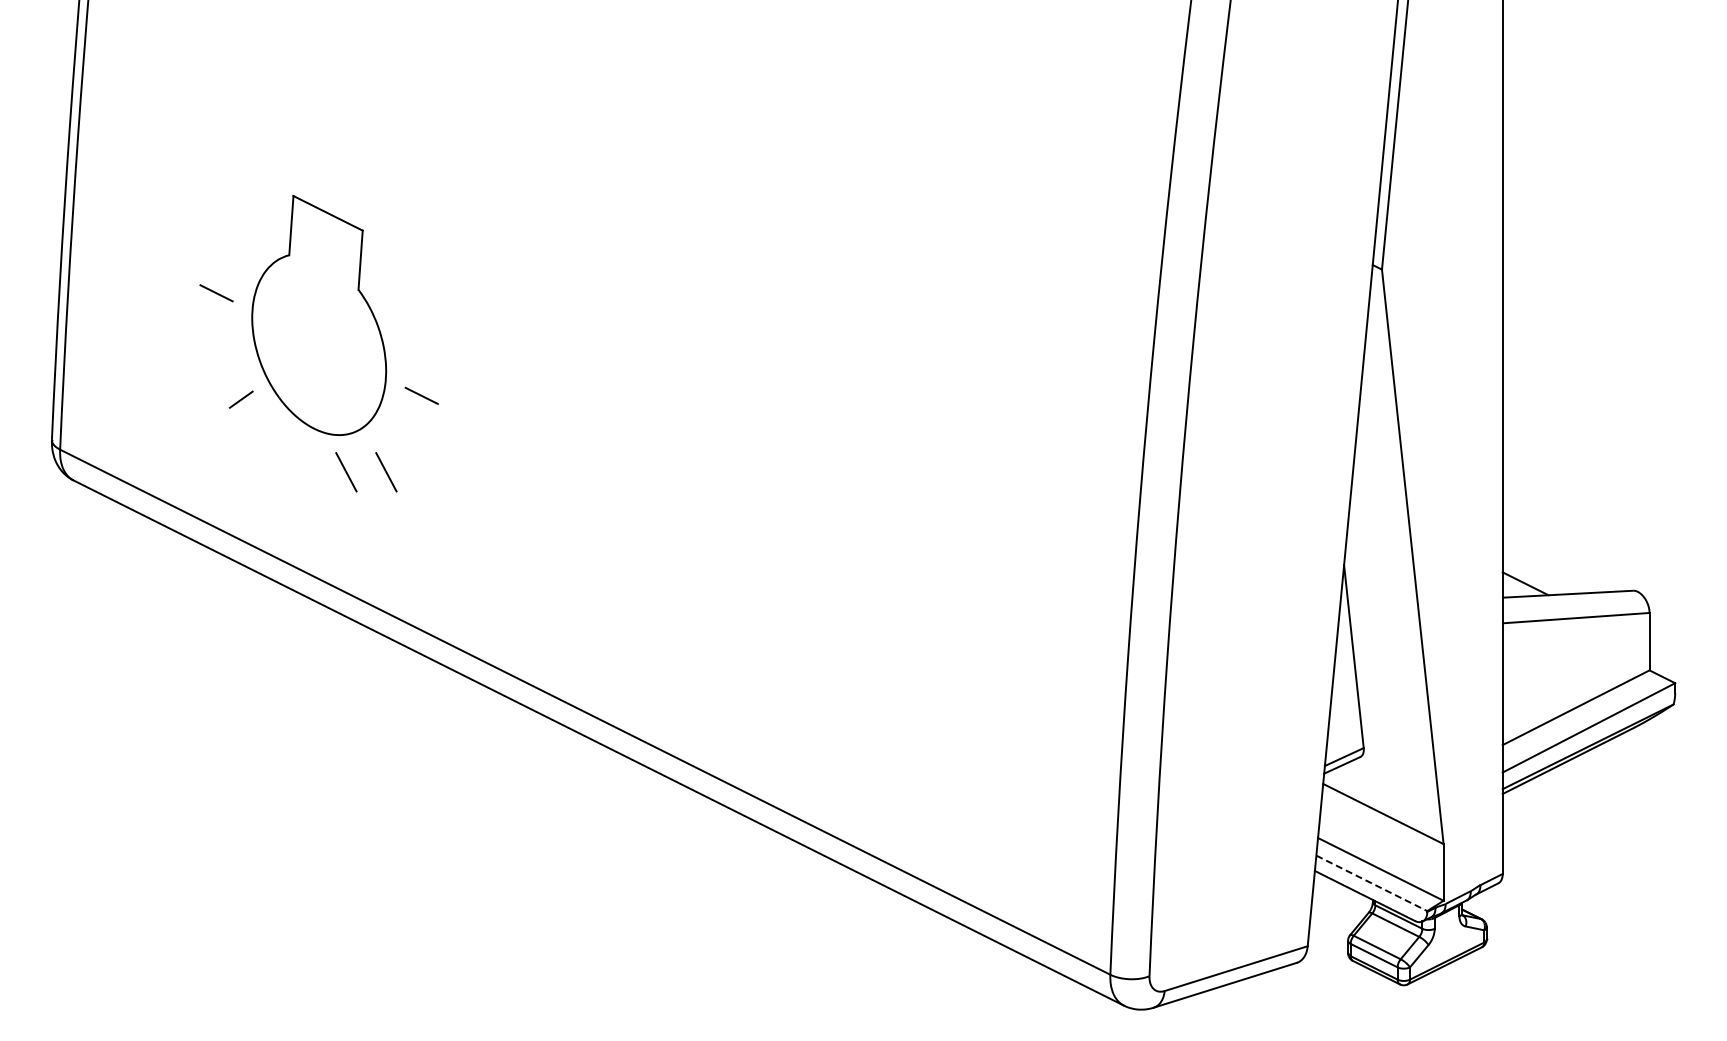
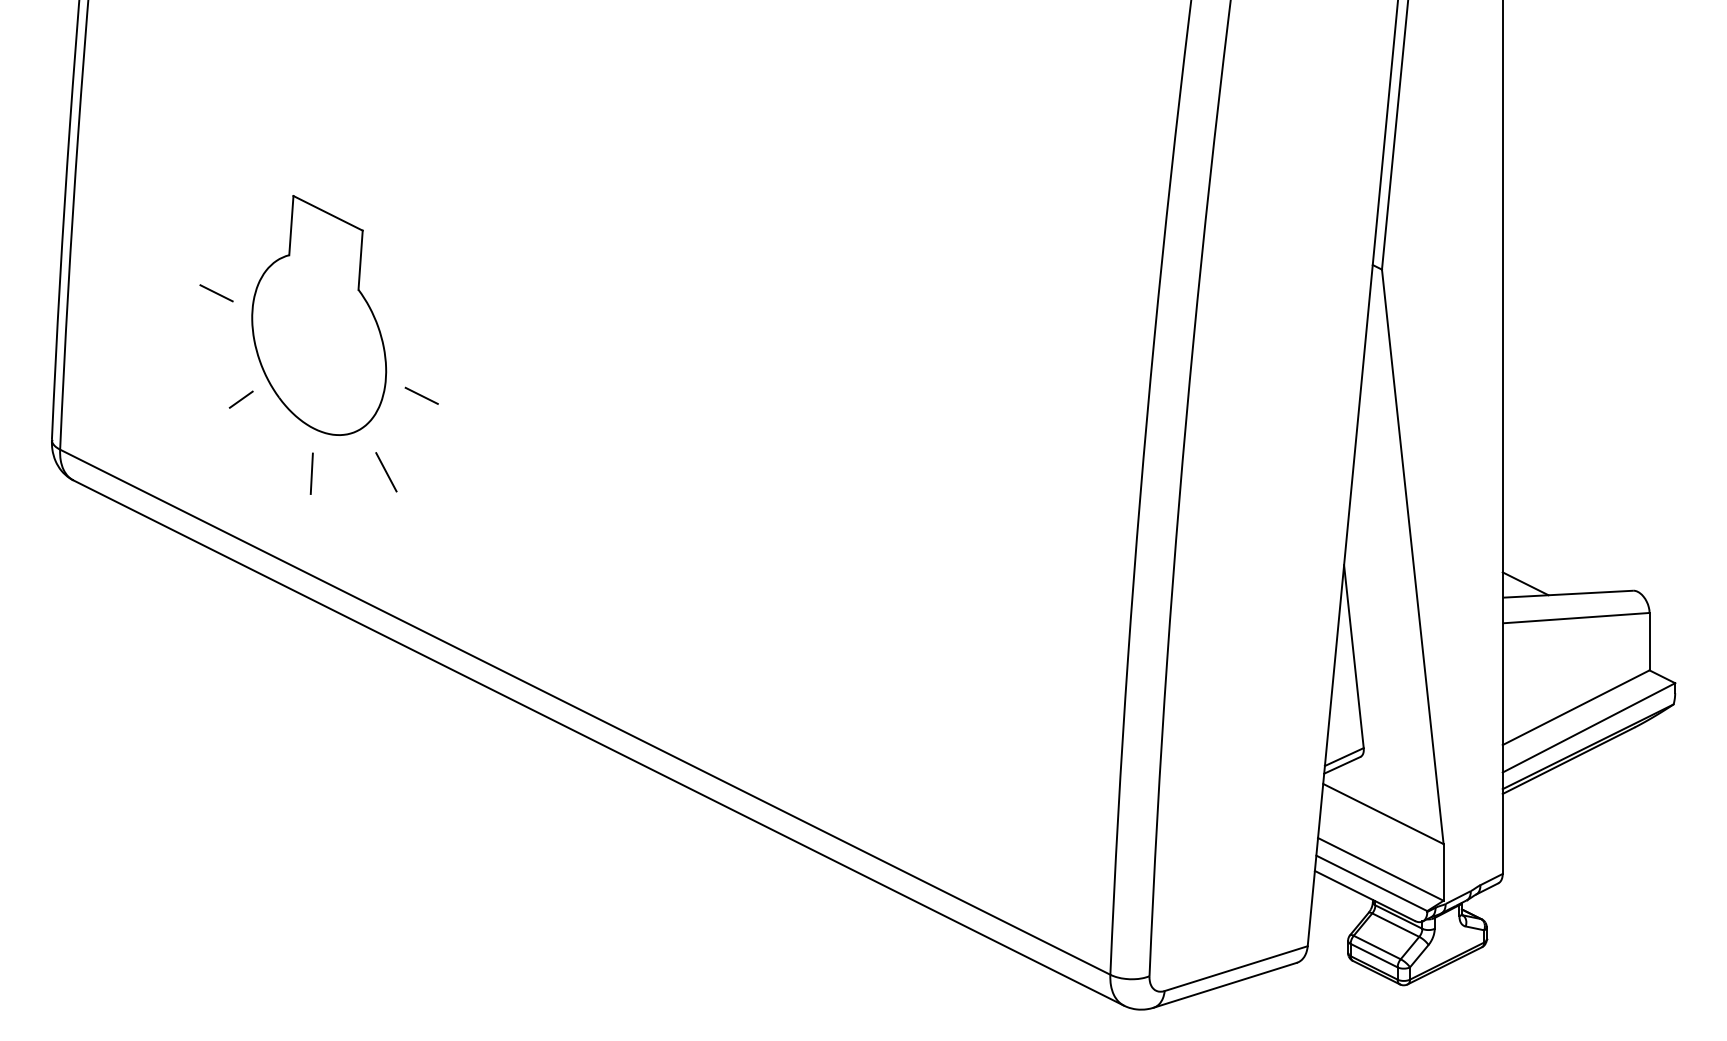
line at (346, 472): present -> none
line at (311, 473): none -> present
line at (1372, 883): dashed -> solid
